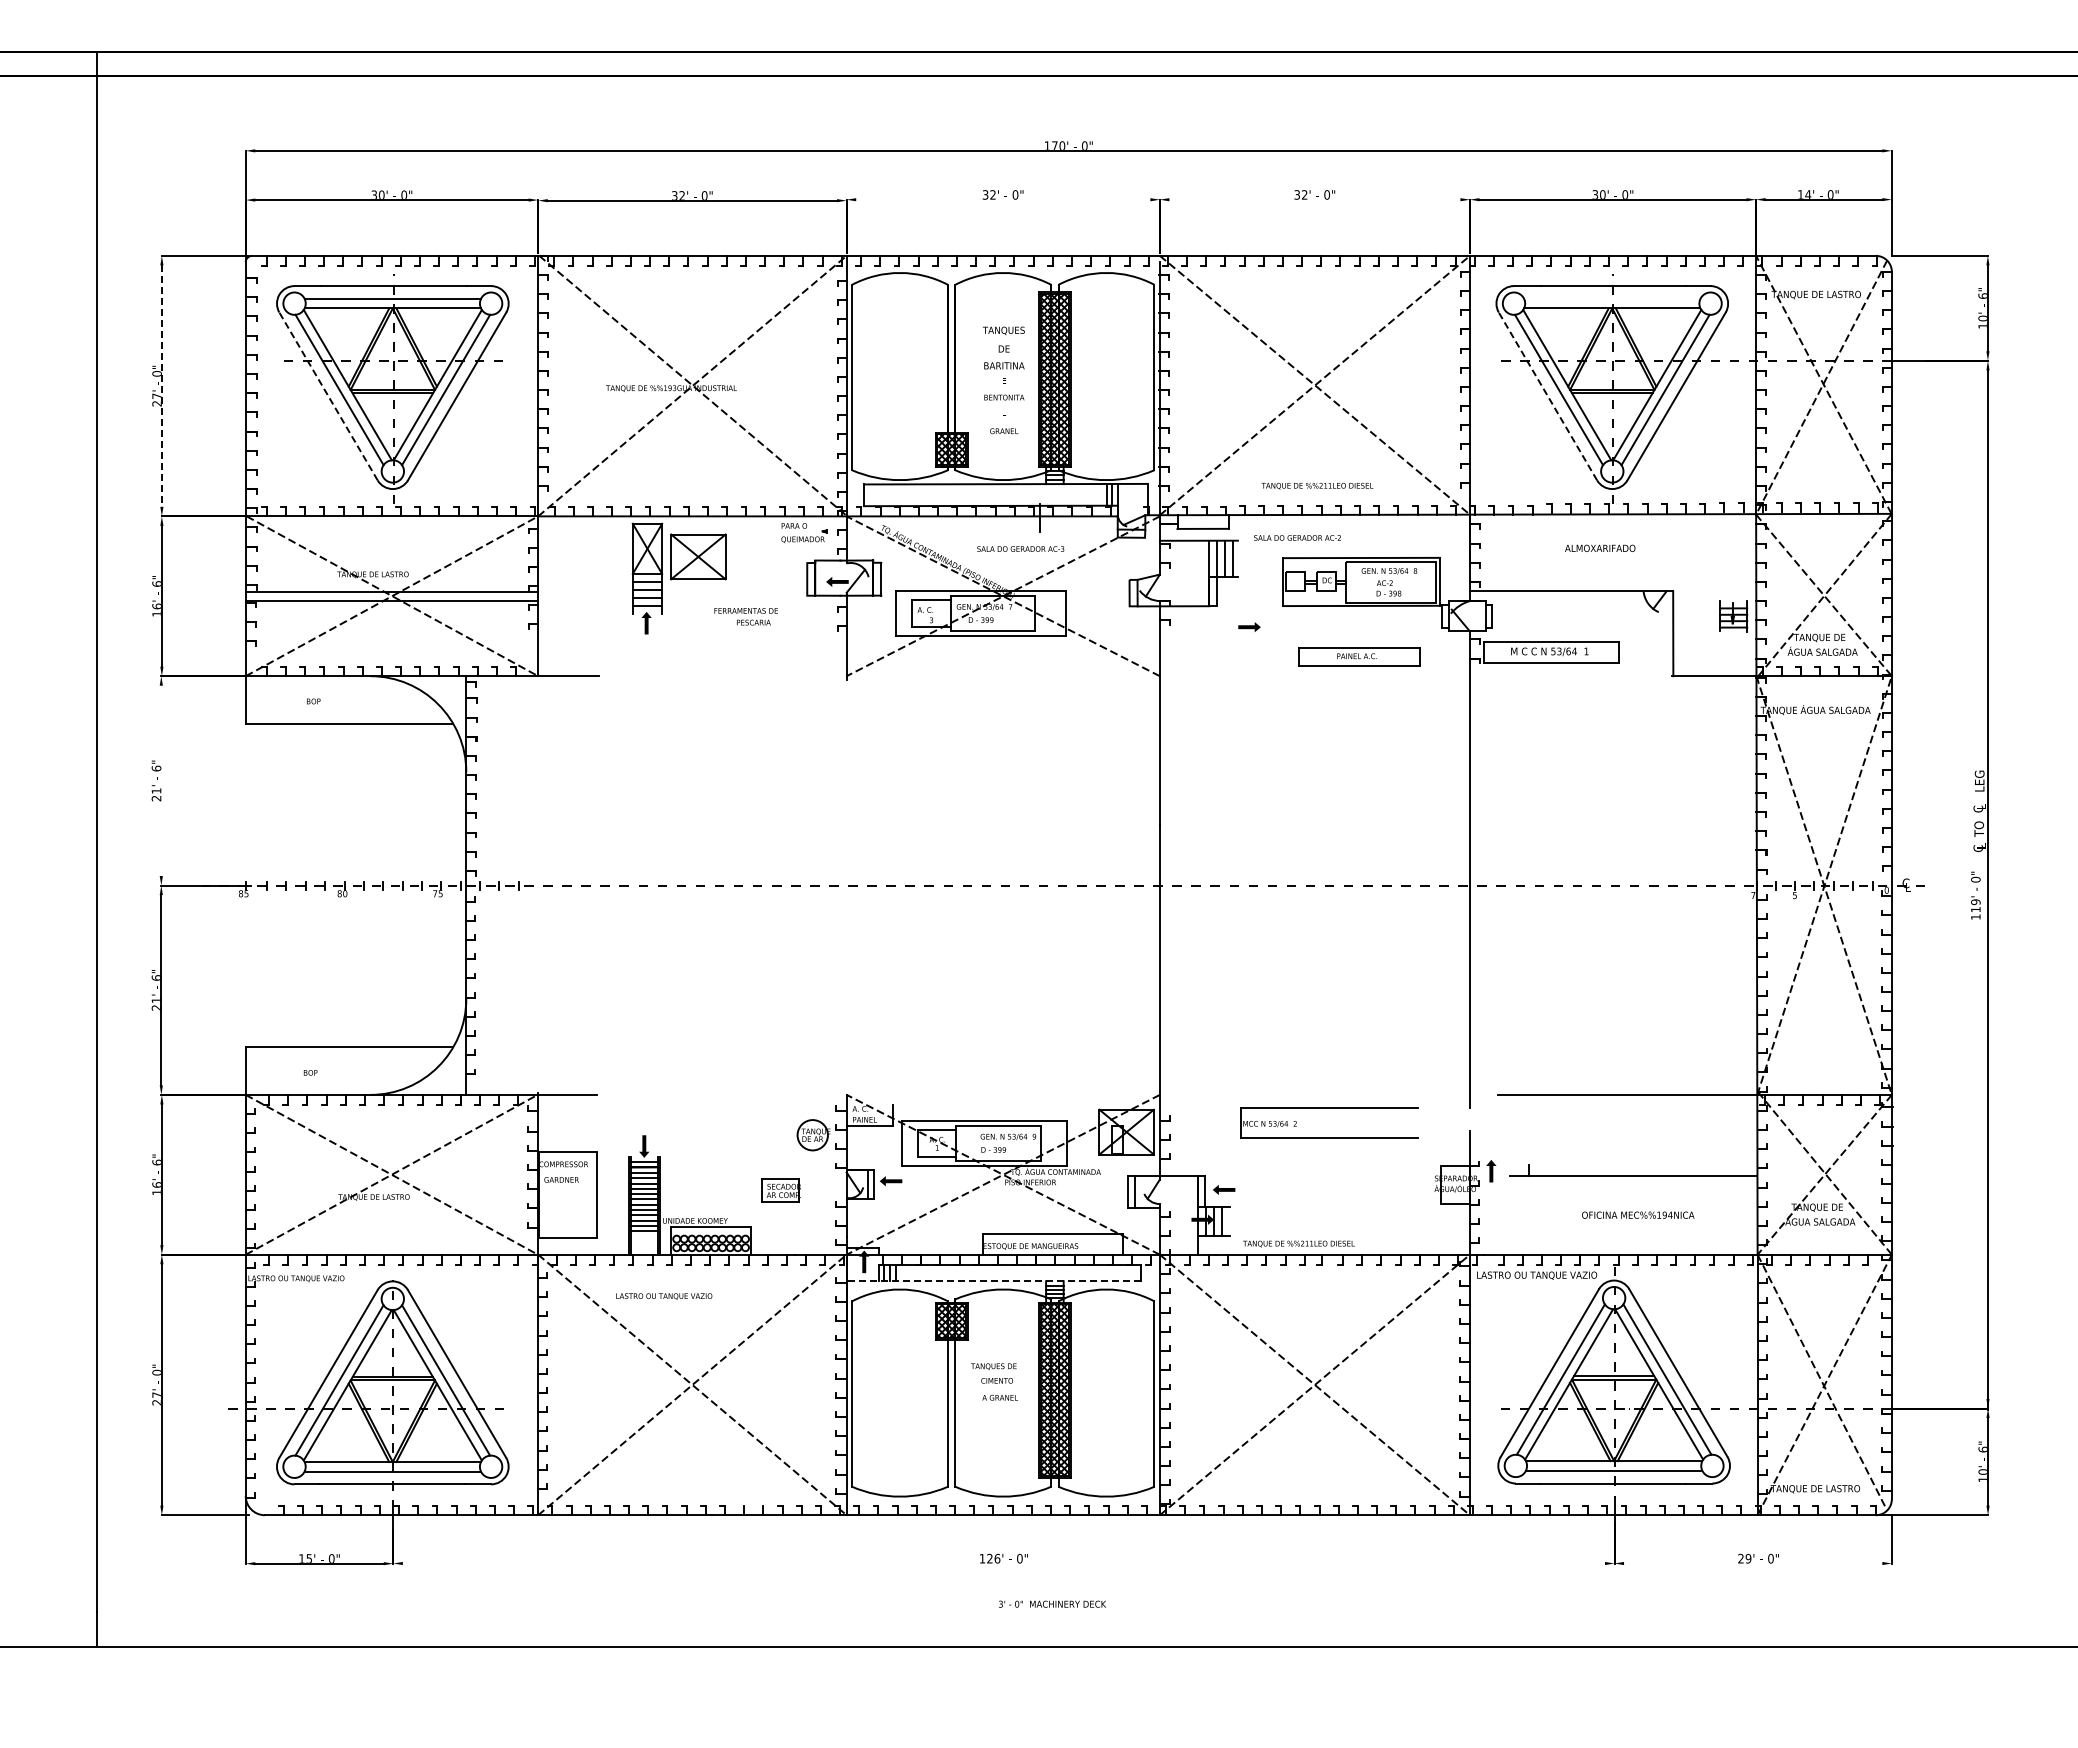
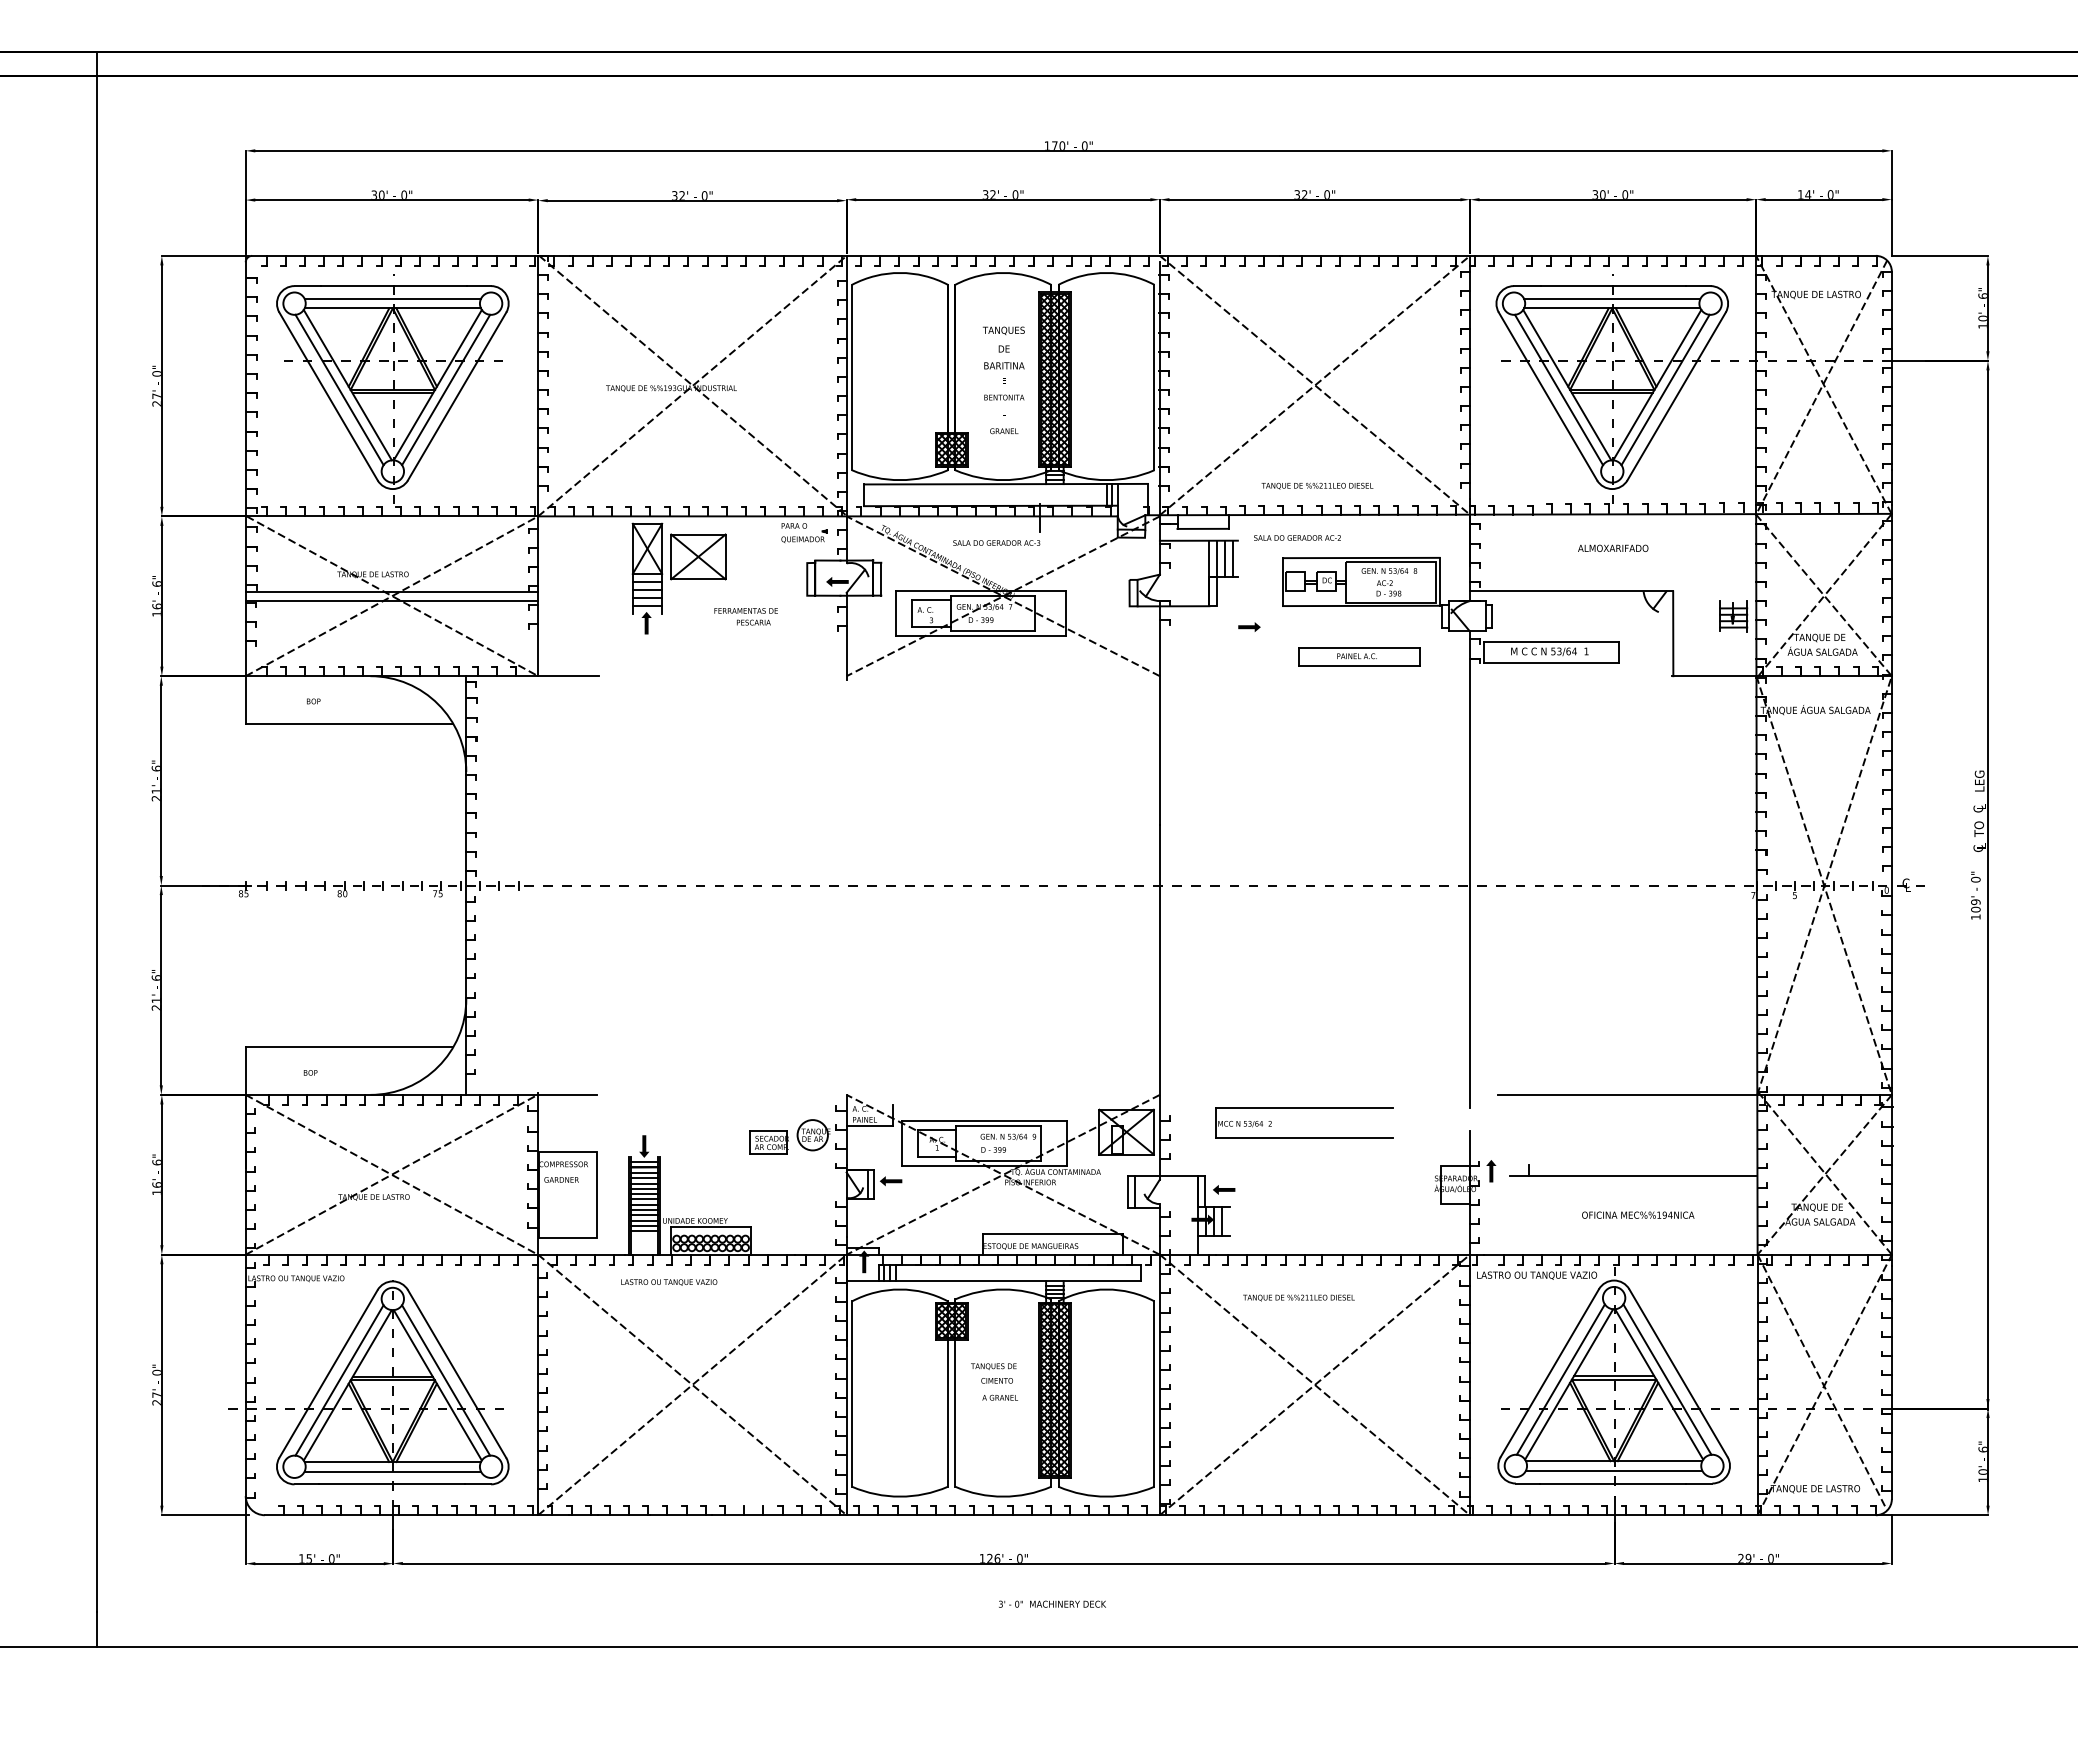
line at (1003, 199): none -> present
line at (1314, 199): none -> present
line at (1612, 298): none -> present
line at (161, 386): dashed -> solid
line at (328, 396): dashed -> solid
line at (1547, 396): dashed -> solid
text at (1600, 547) position: (1600, 547) -> (1613, 547)
text at (1020, 548) position: (1020, 548) -> (996, 542)
line at (161, 780): none -> present
text at (1975, 909): 119' -> 109'
part at (1329, 1108) position: (1329, 1108) -> (1304, 1108)
part at (780, 1190) position: (780, 1190) -> (768, 1142)
text at (1298, 1243) position: (1298, 1243) -> (1298, 1297)
line at (993, 1281): dashed -> solid
text at (664, 1296) position: (664, 1296) -> (669, 1282)
line at (1003, 1563): none -> present
line at (1753, 1563): none -> present
